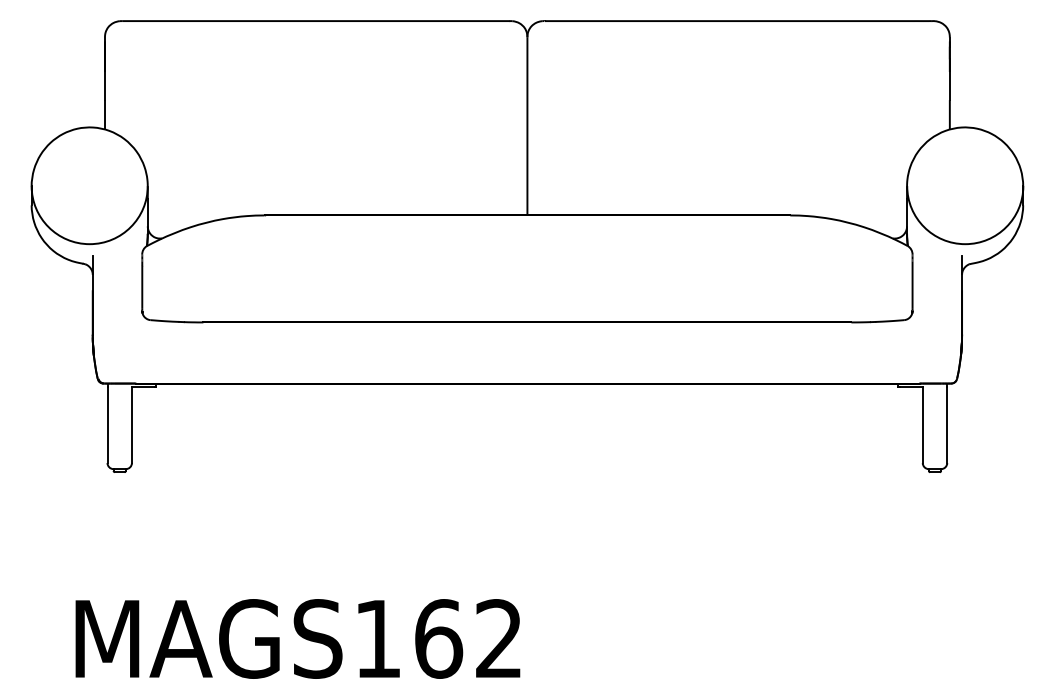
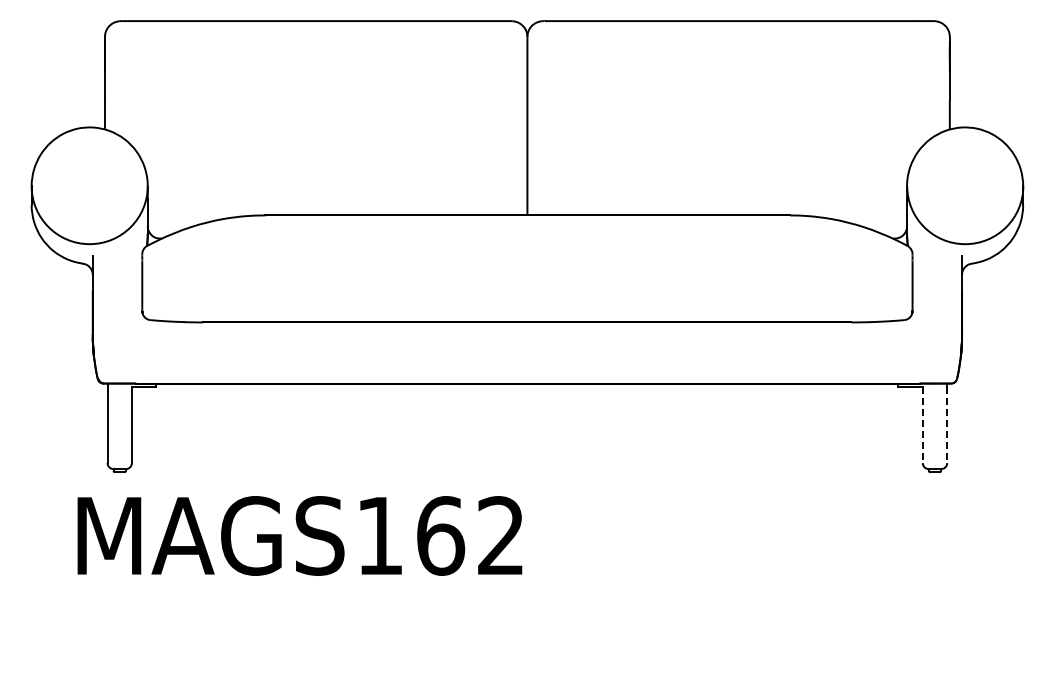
line at (922, 425): solid -> dashed
line at (947, 425): solid -> dashed
text at (297, 638) position: (297, 638) -> (299, 535)
